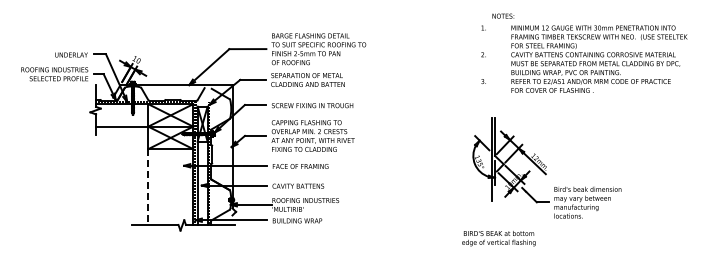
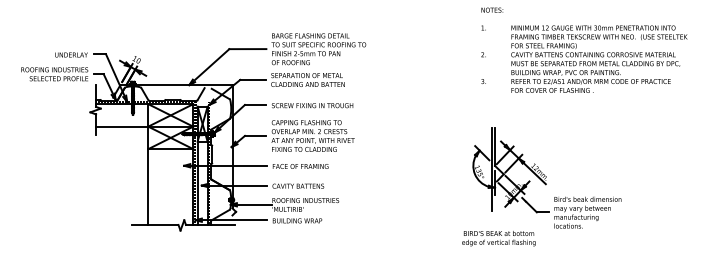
text at (503, 15) position: (503, 15) -> (492, 9)
part at (546, 167) position: (546, 167) -> (546, 177)
line at (148, 187): dashed -> solid
